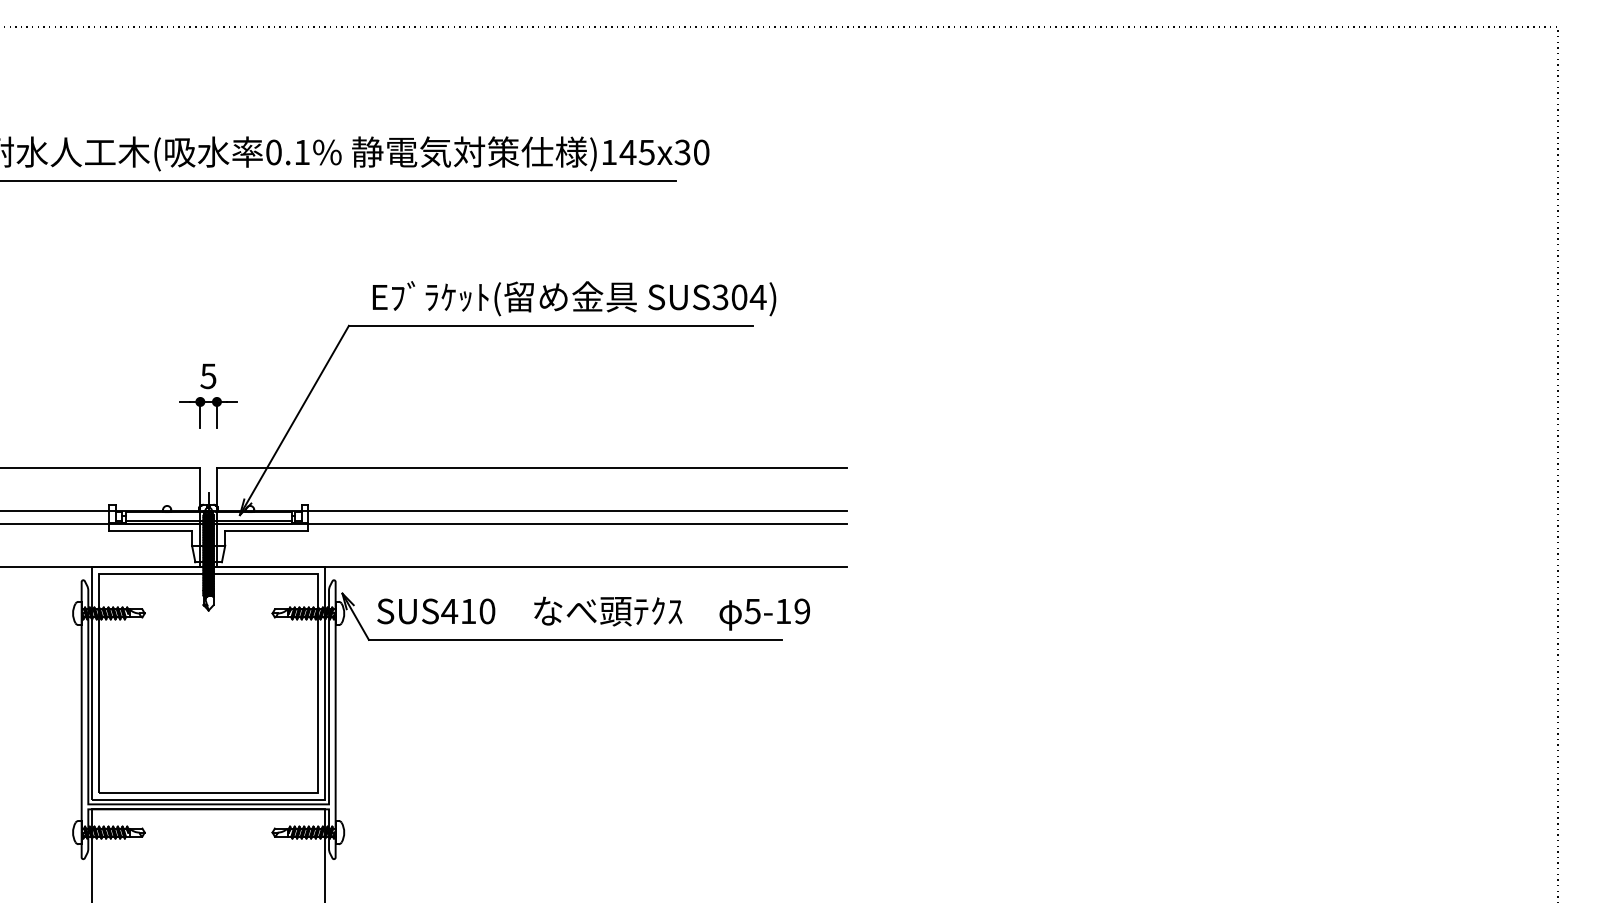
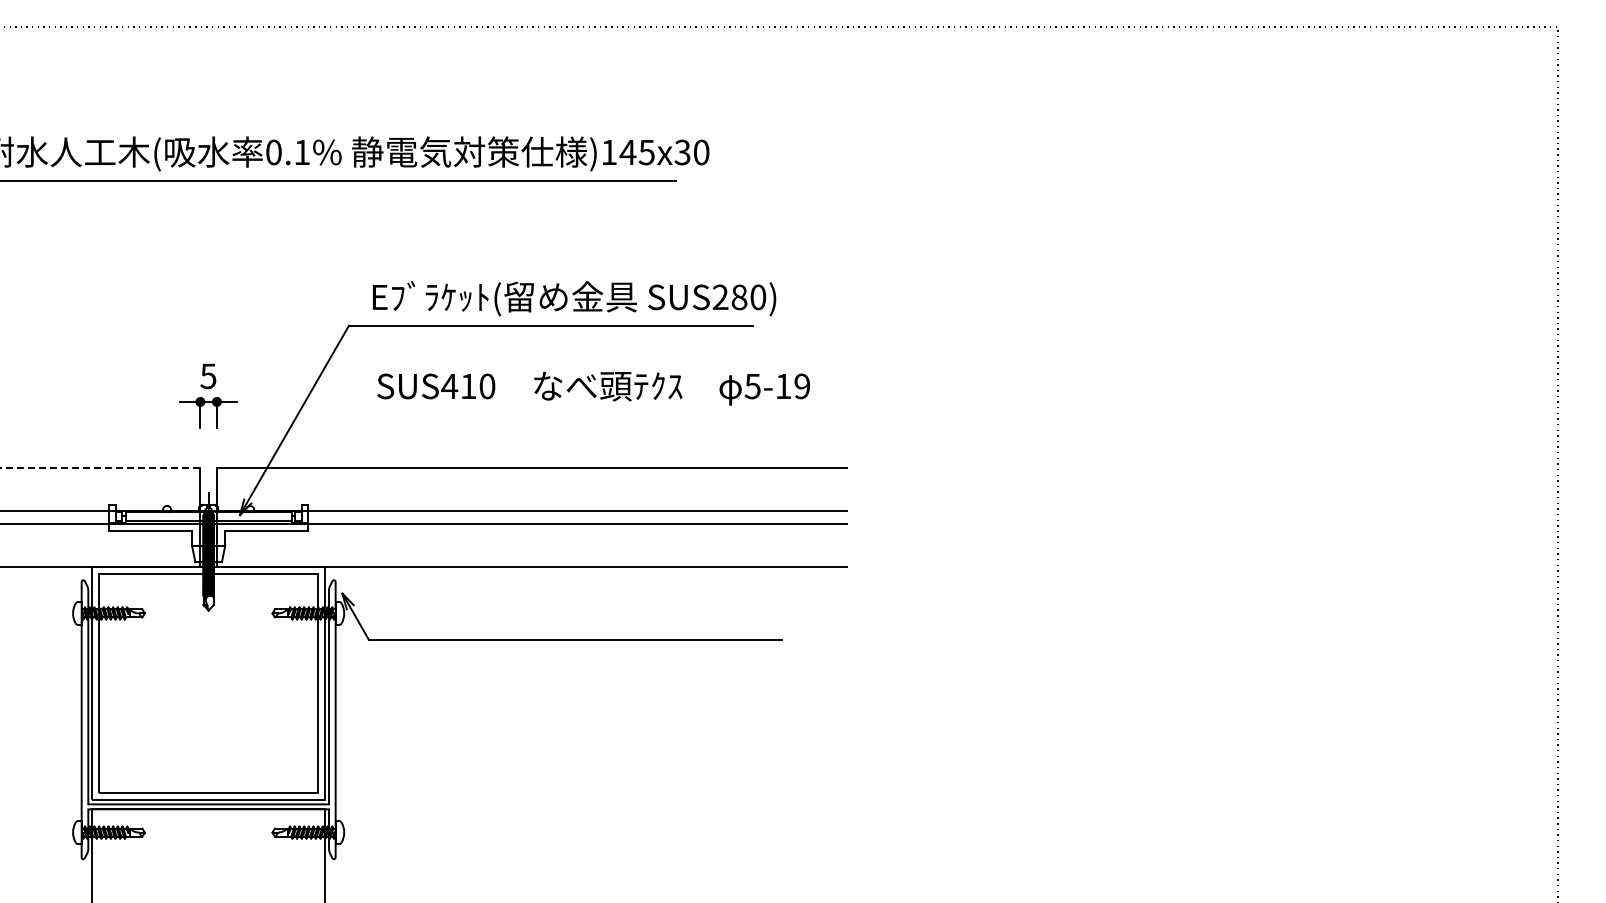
text at (739, 297): SUS304) -> SUS280)
line at (100, 467): solid -> dashed
text at (593, 613) position: (593, 613) -> (593, 388)
